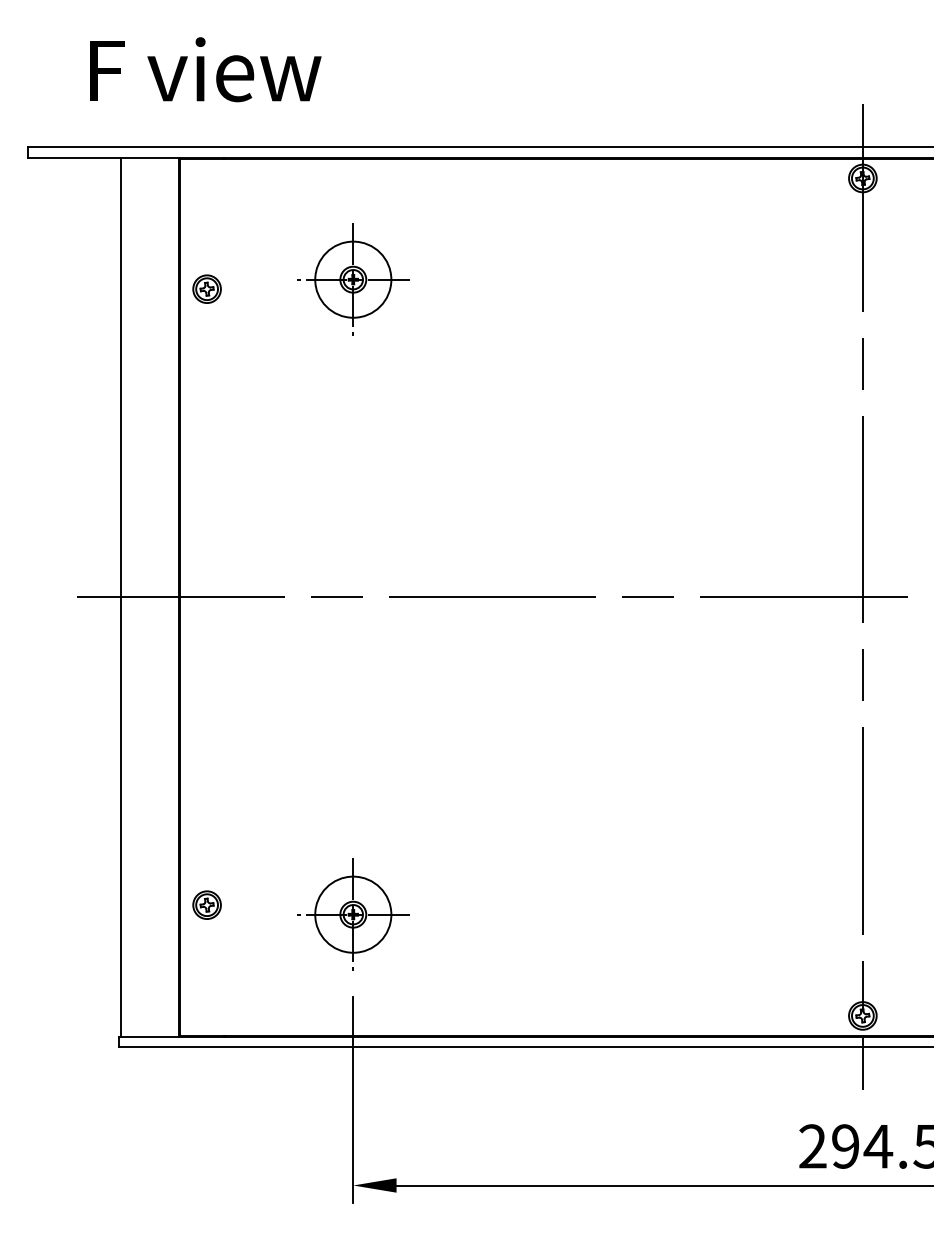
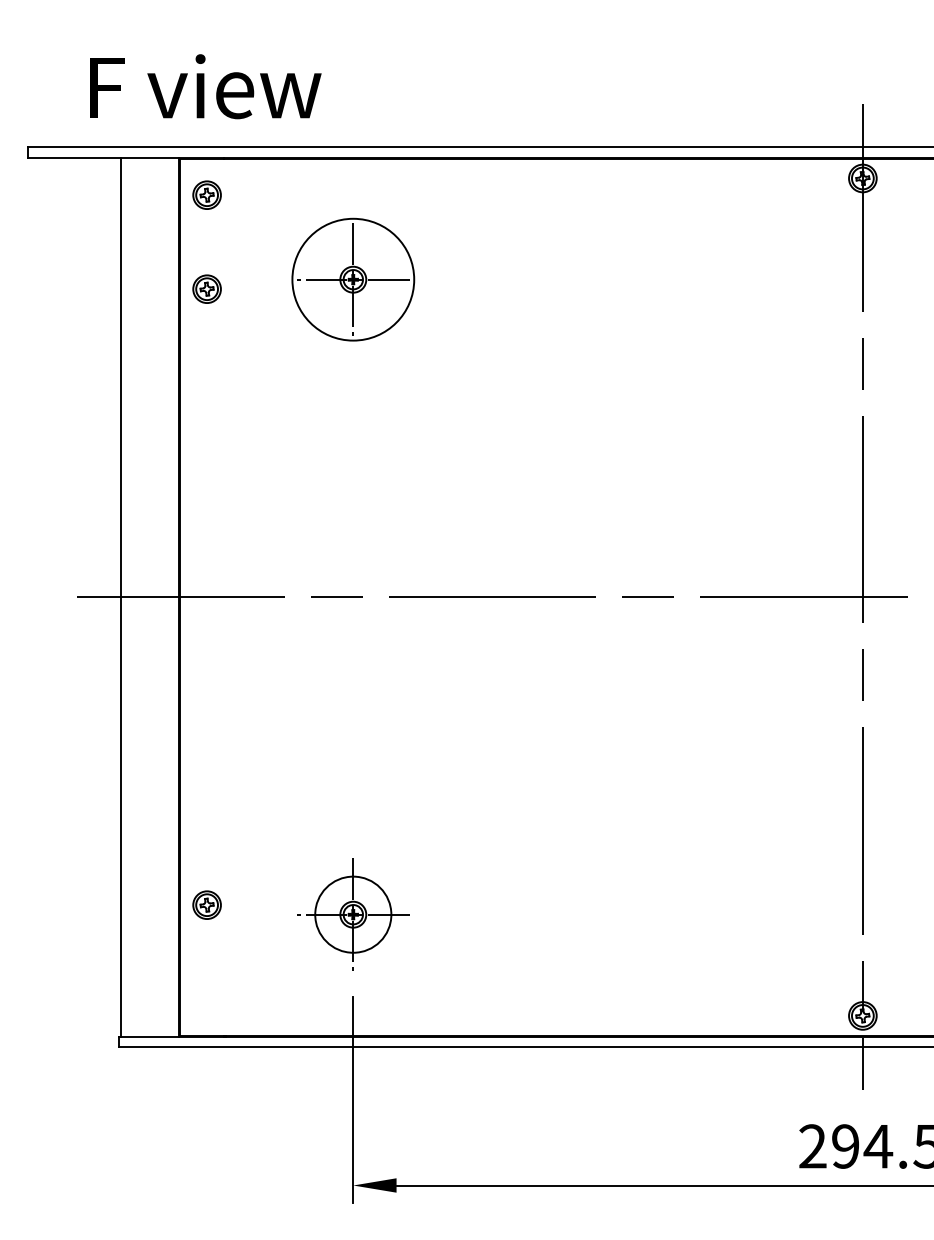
text at (205, 69) position: (205, 69) -> (205, 86)
part at (206, 194): none -> present
circle at (353, 279) diameter: 76 px -> 122 px
